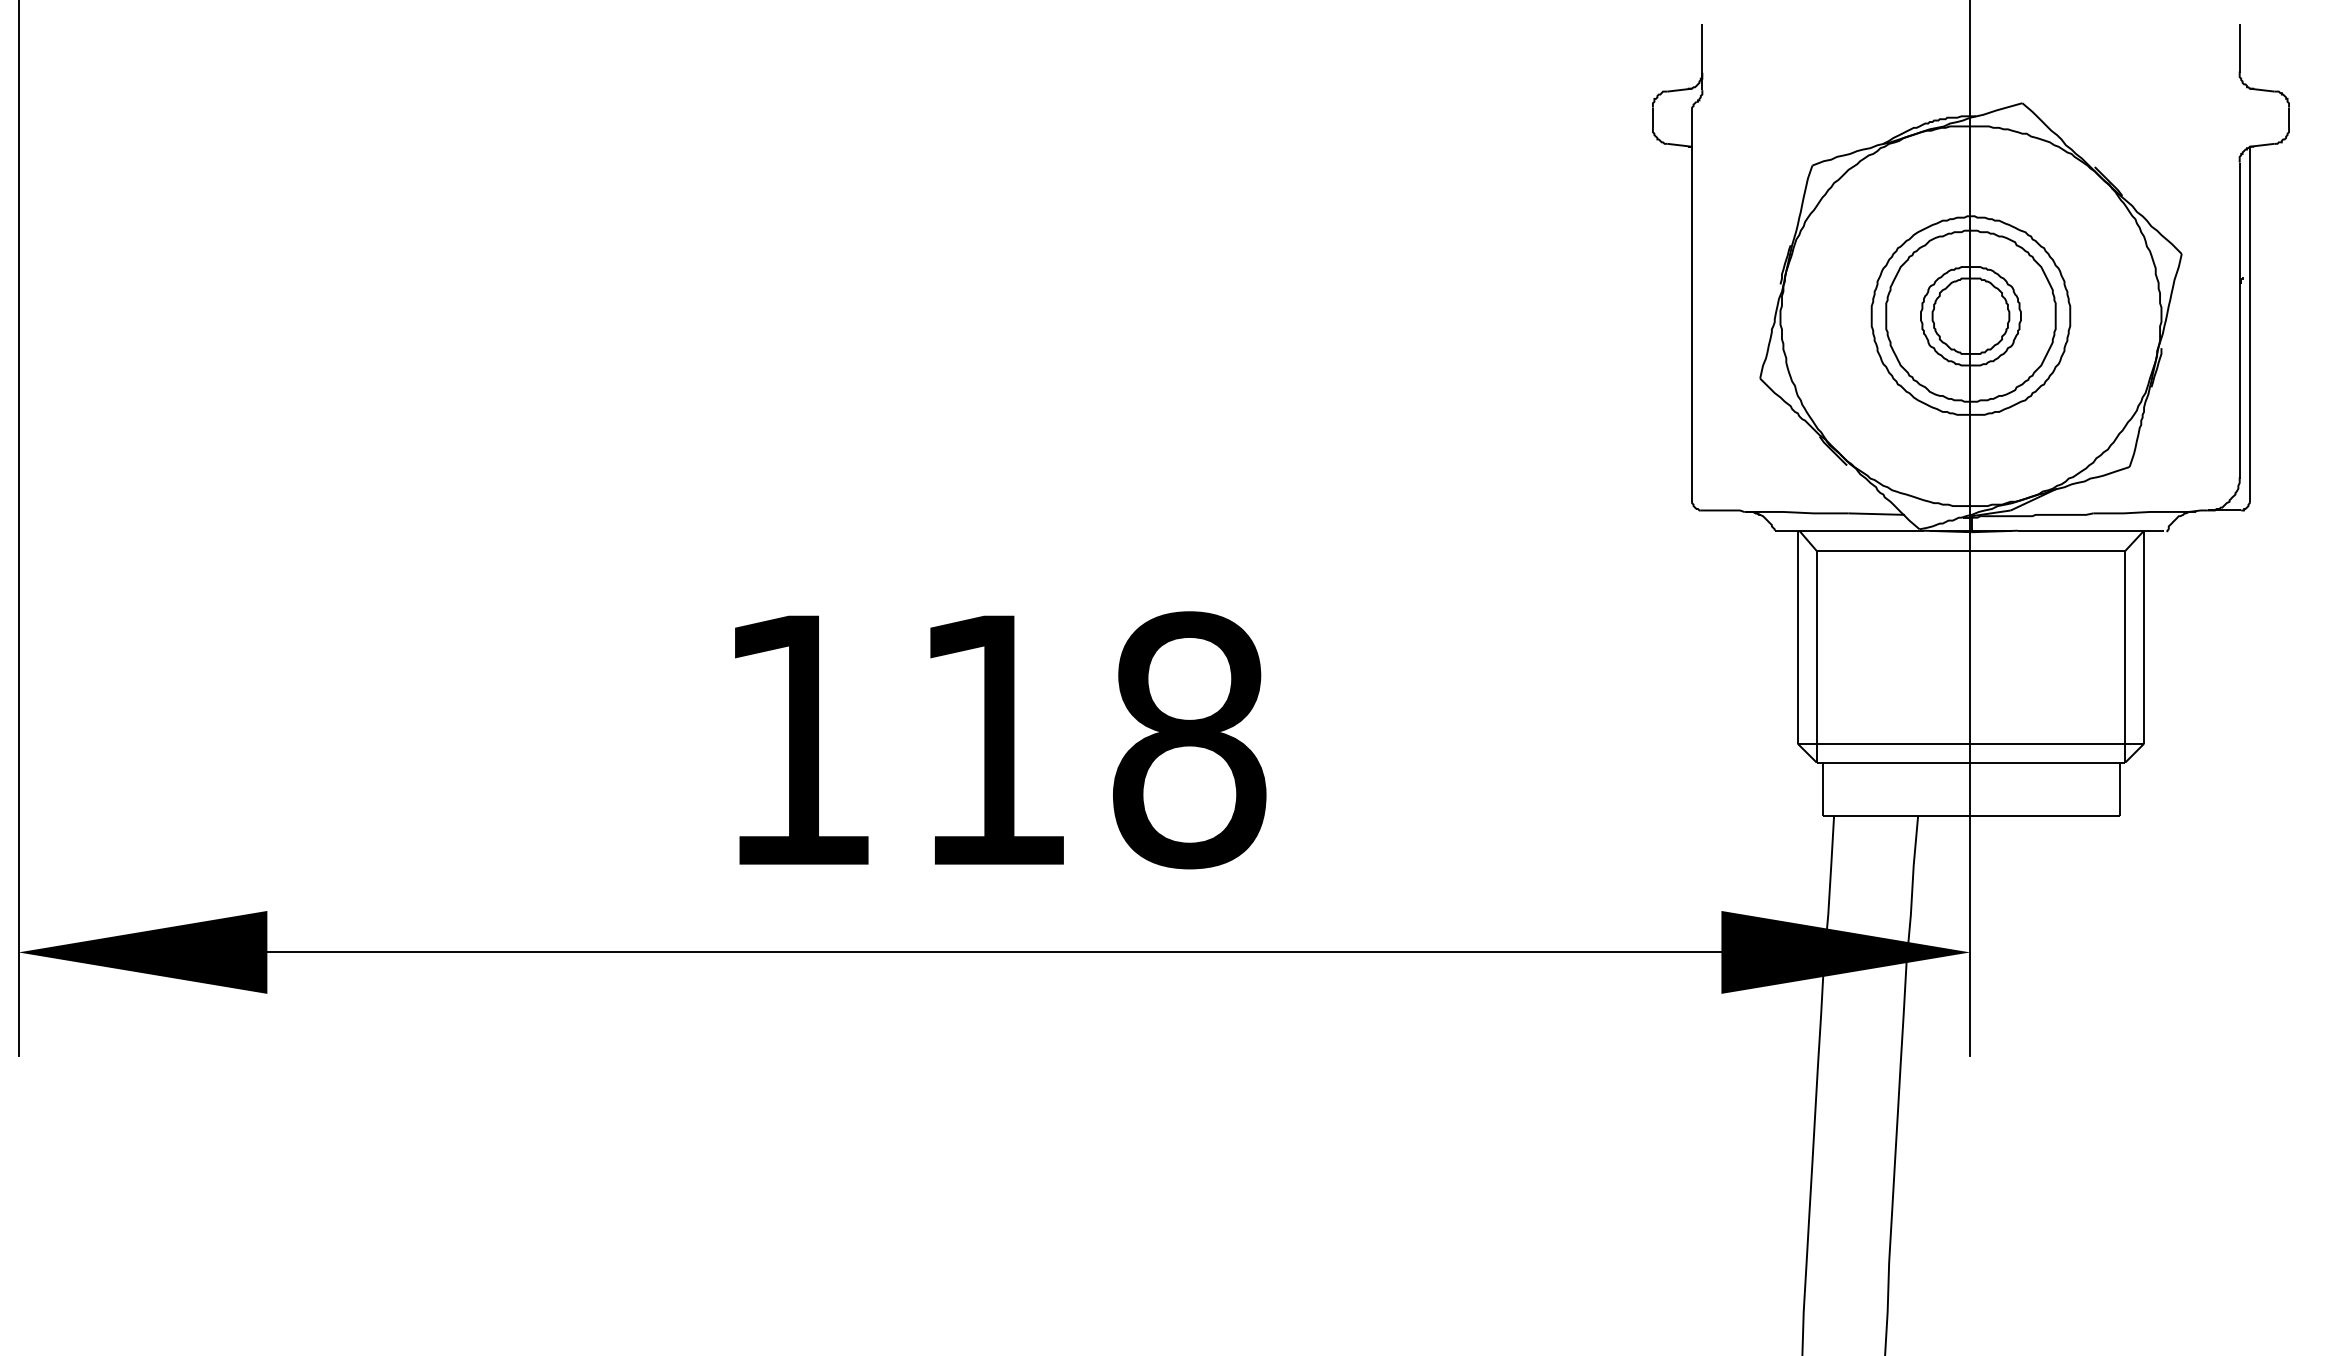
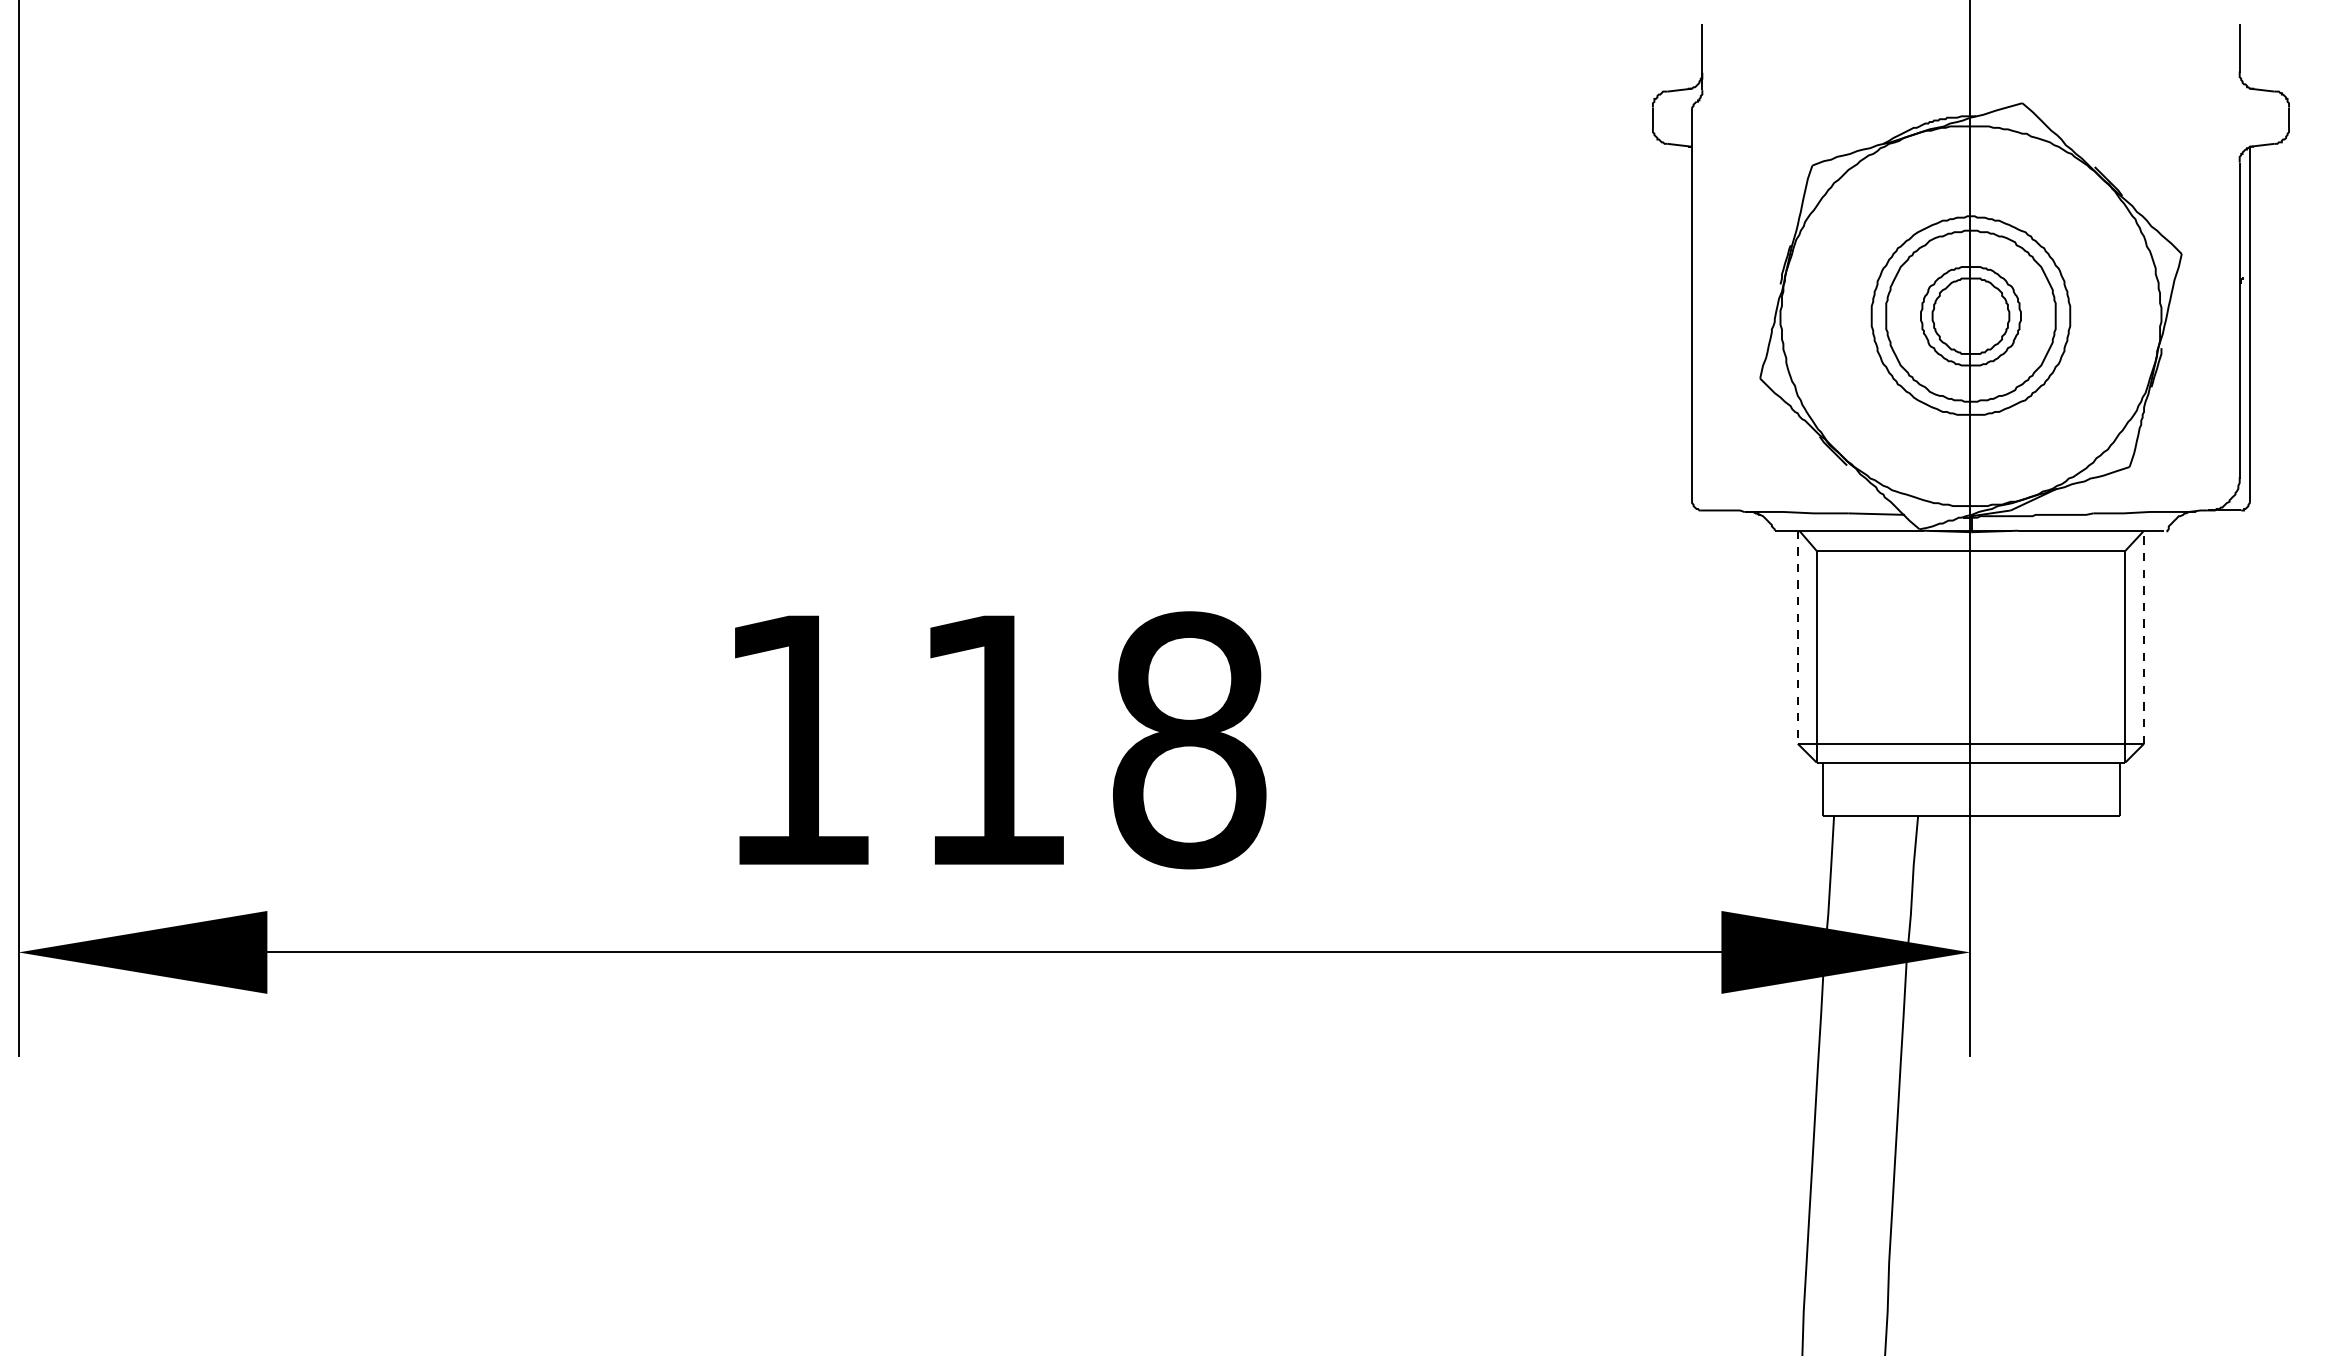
line at (1797, 637): solid -> dashed
line at (2144, 637): solid -> dashed
